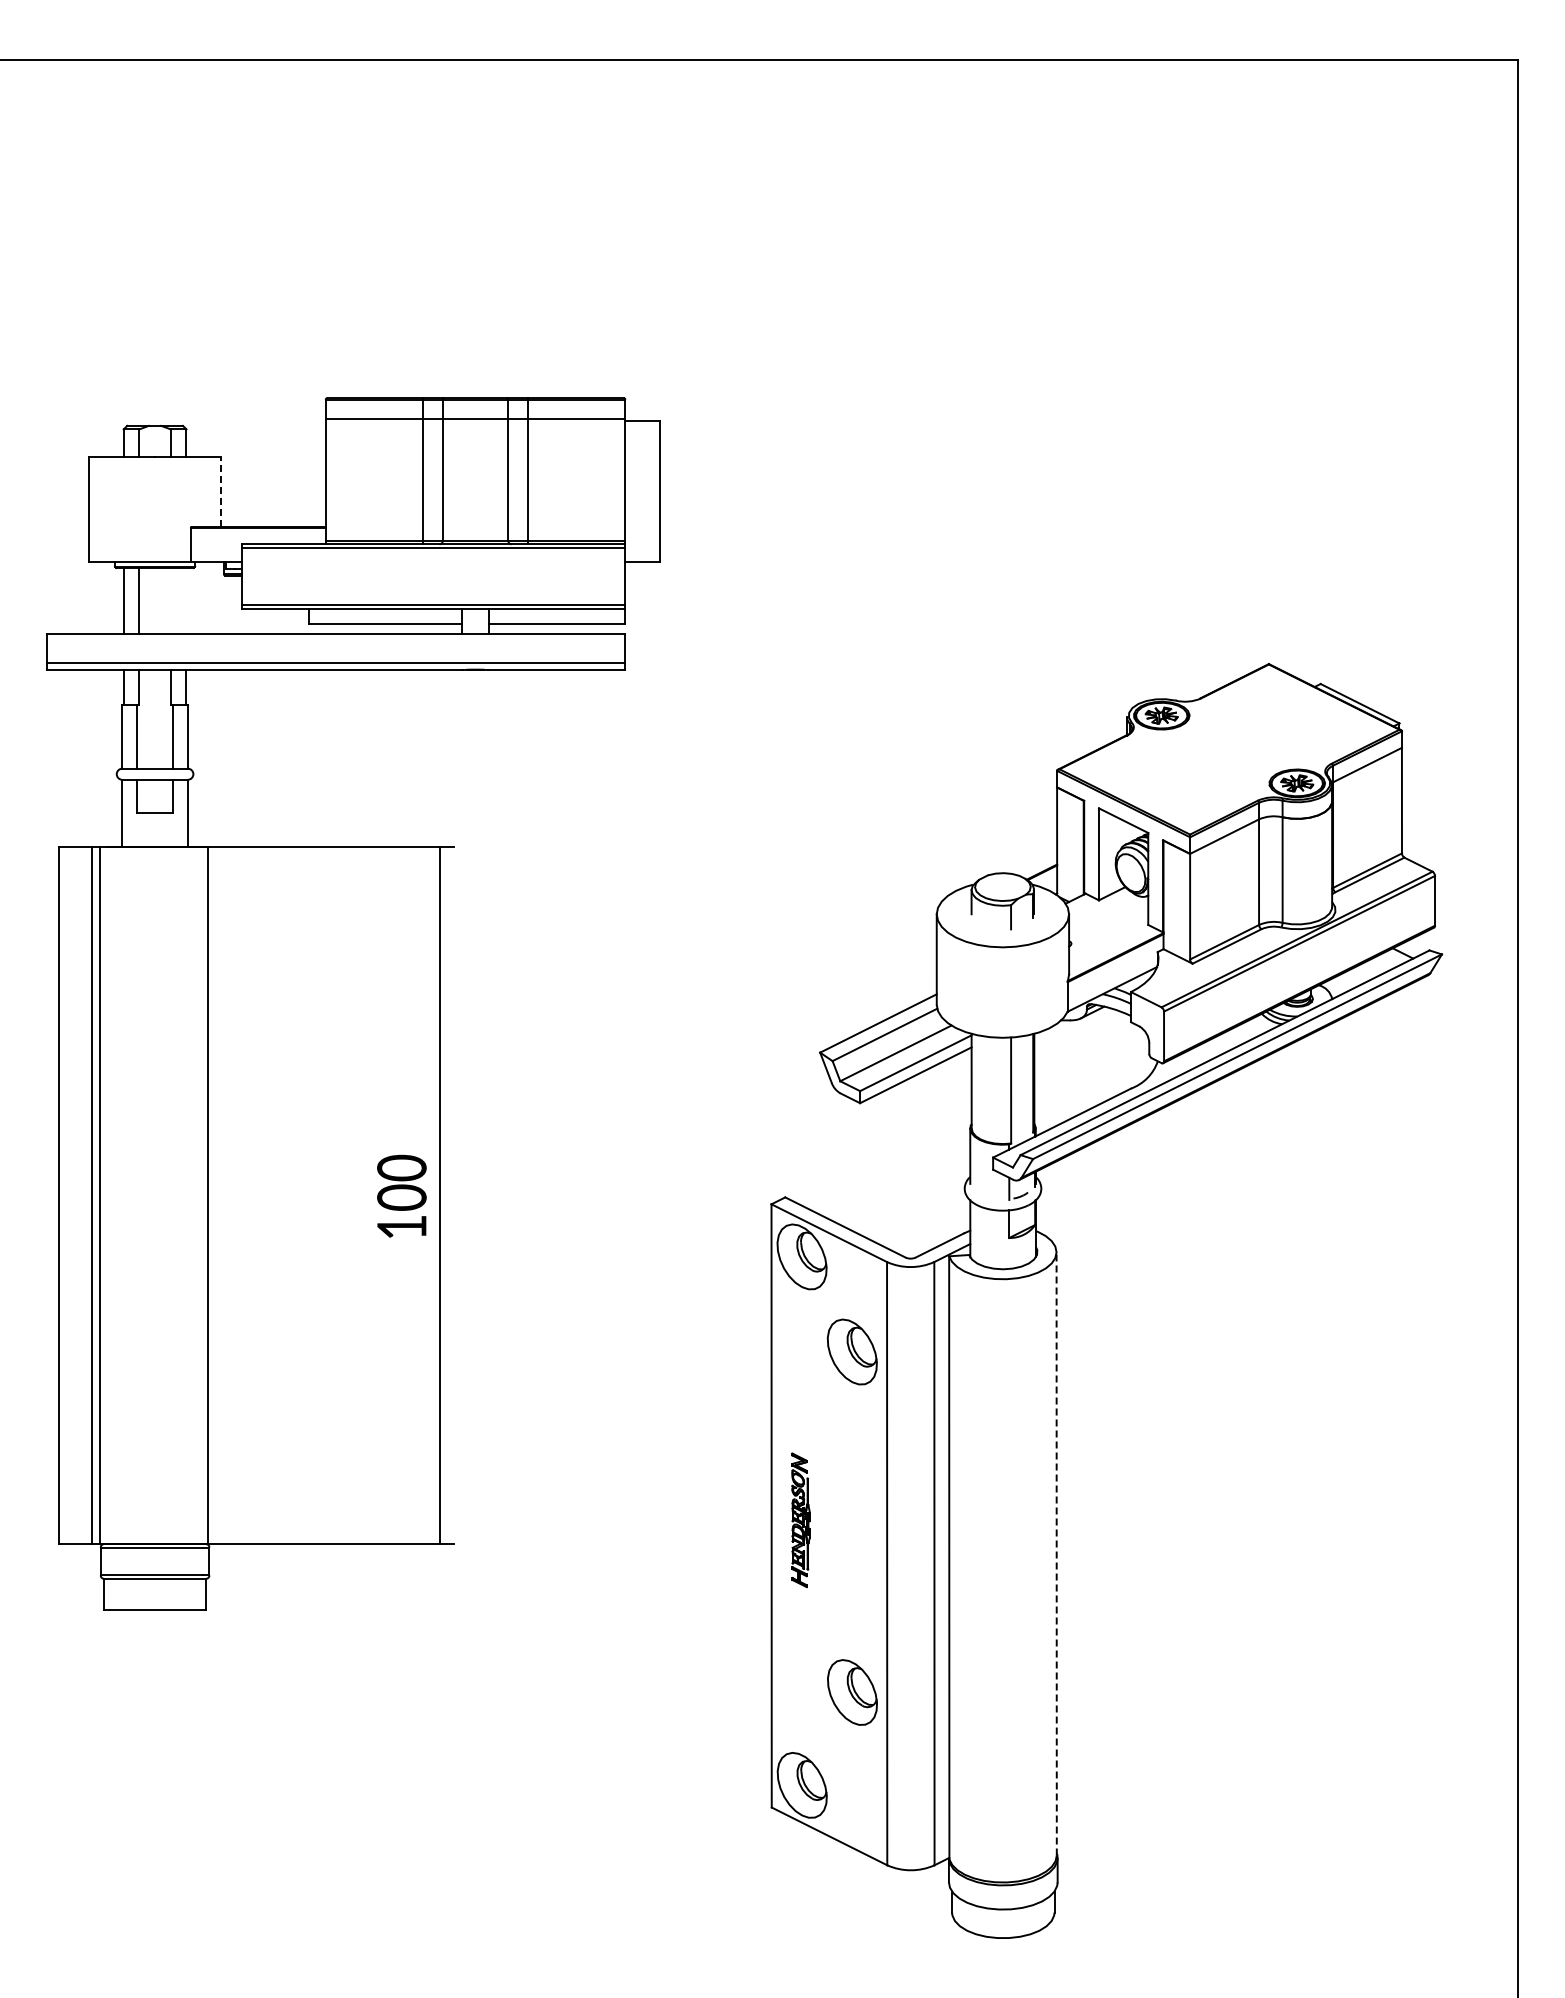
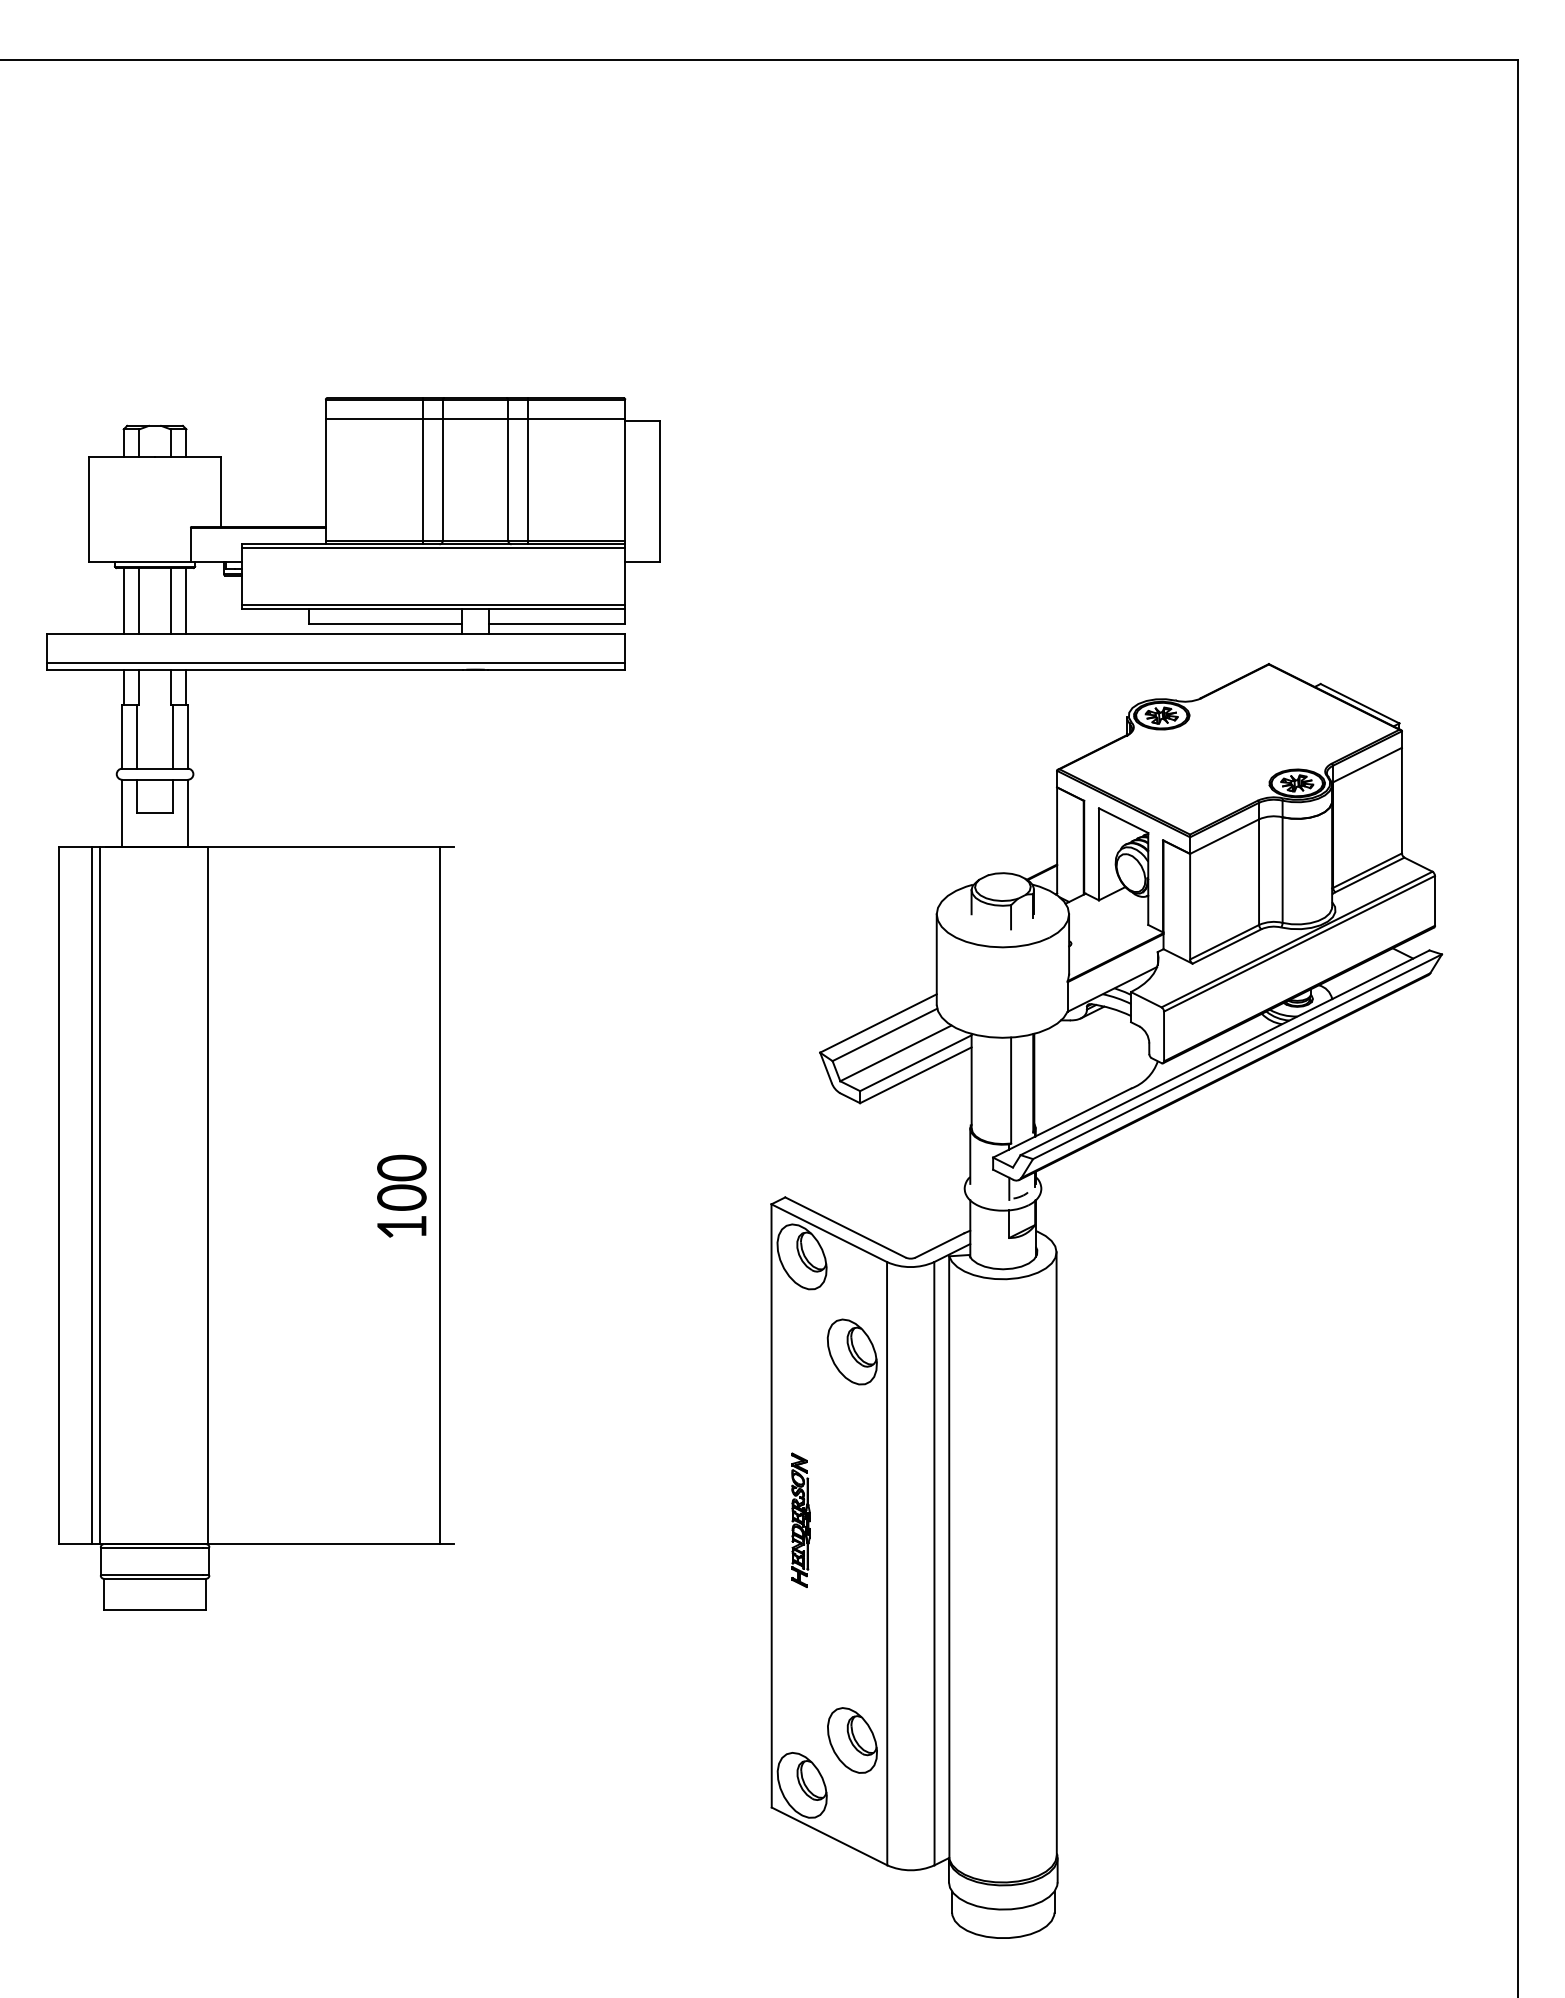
line at (221, 492): dashed -> solid
line at (170, 601): none -> present
line at (186, 601): none -> present
line at (1056, 1553): dashed -> solid
part at (852, 1692) position: (852, 1692) -> (852, 1740)
